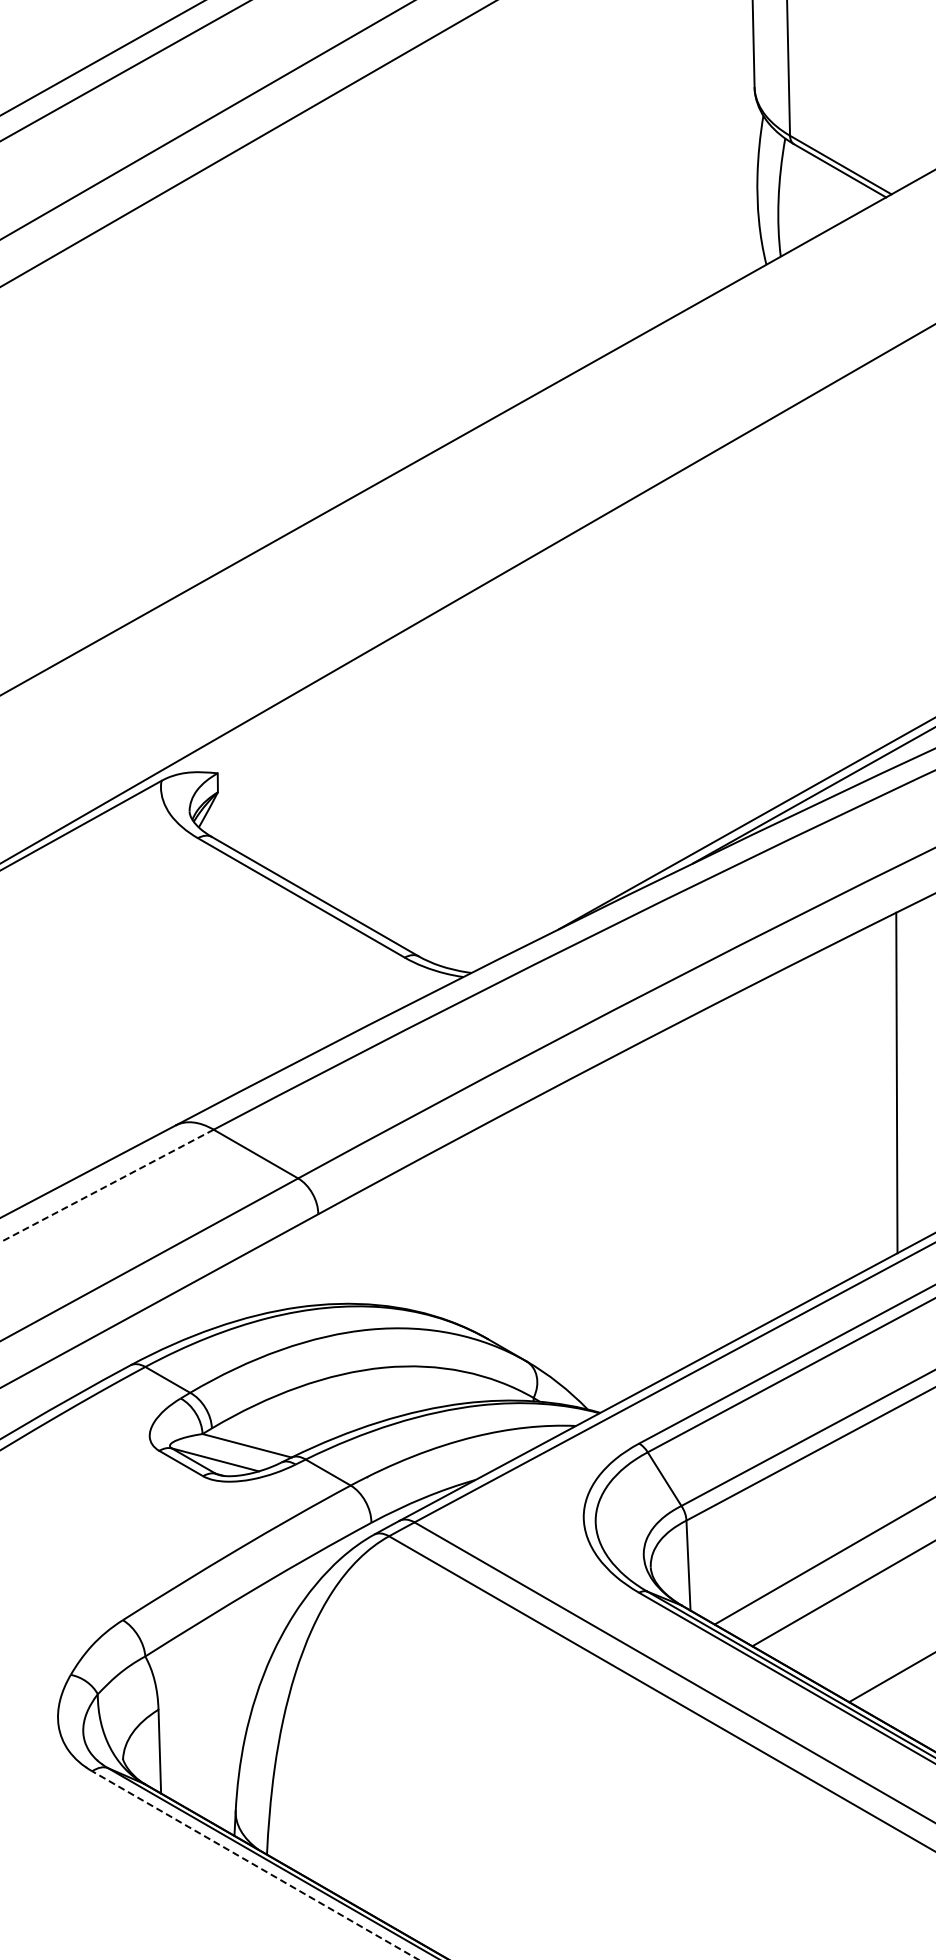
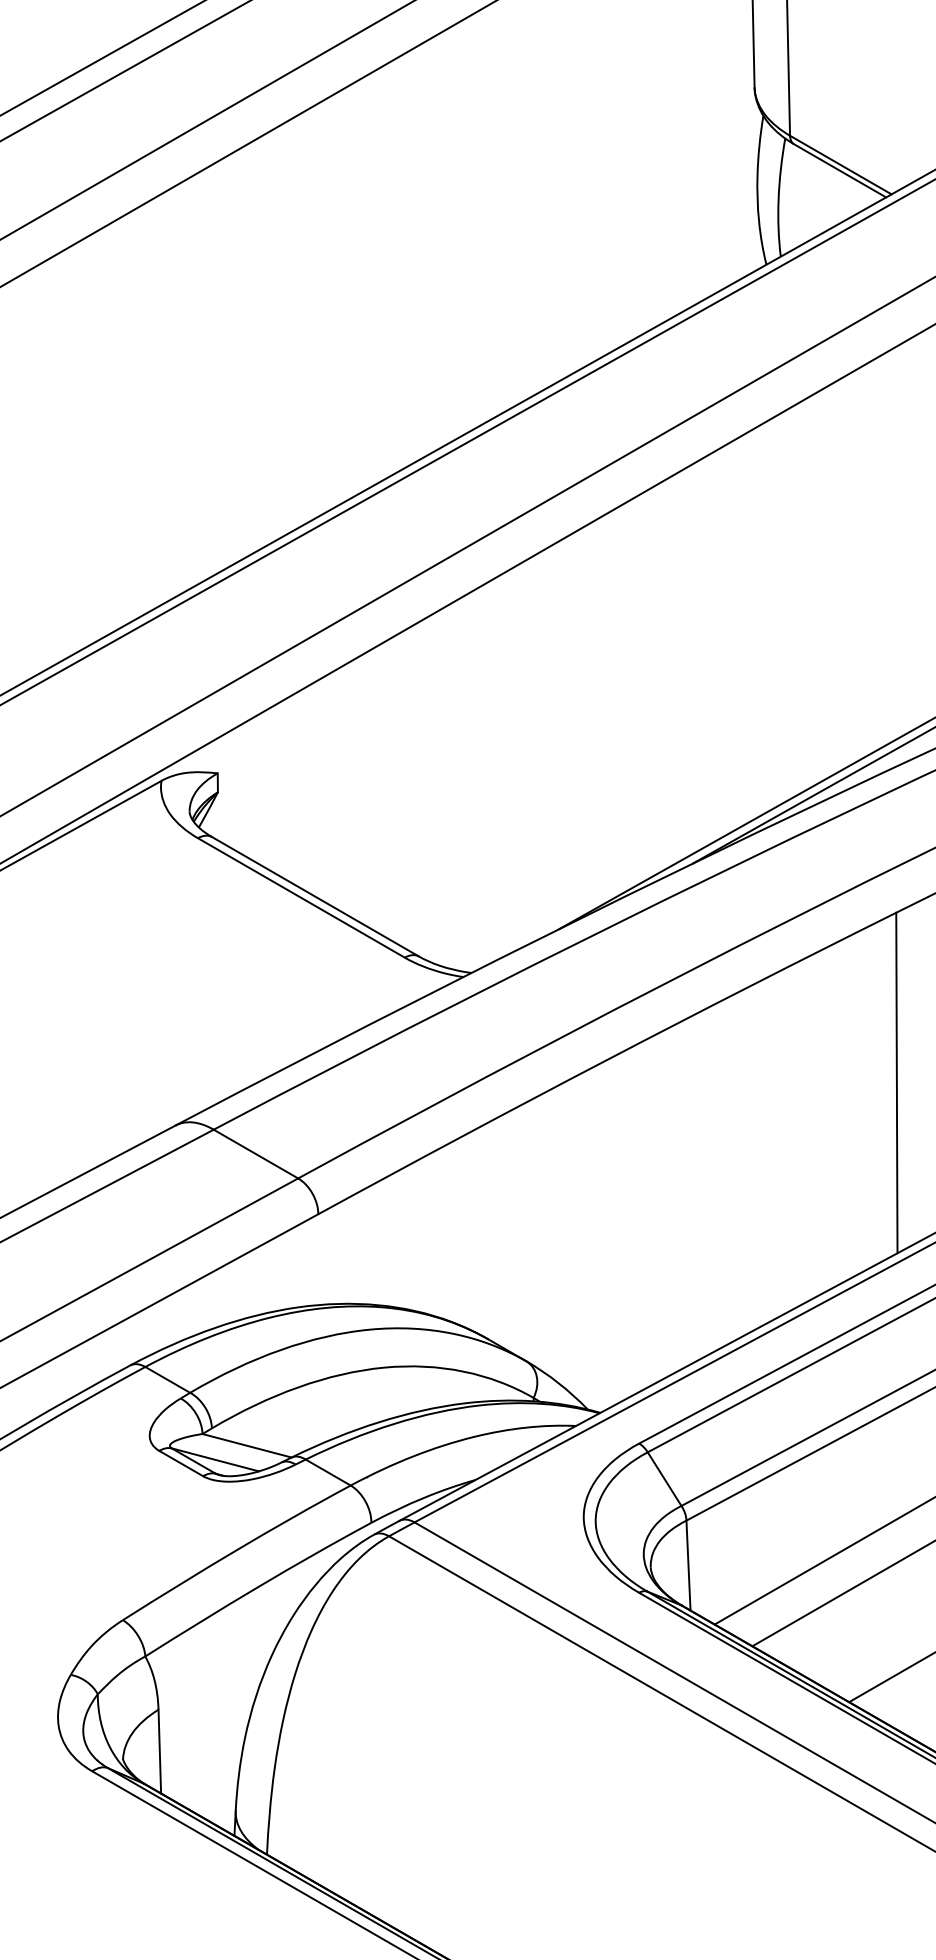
line at (467, 442): none -> present
line at (467, 546): none -> present
line at (106, 1186): dashed -> solid
line at (254, 1865): dashed -> solid
